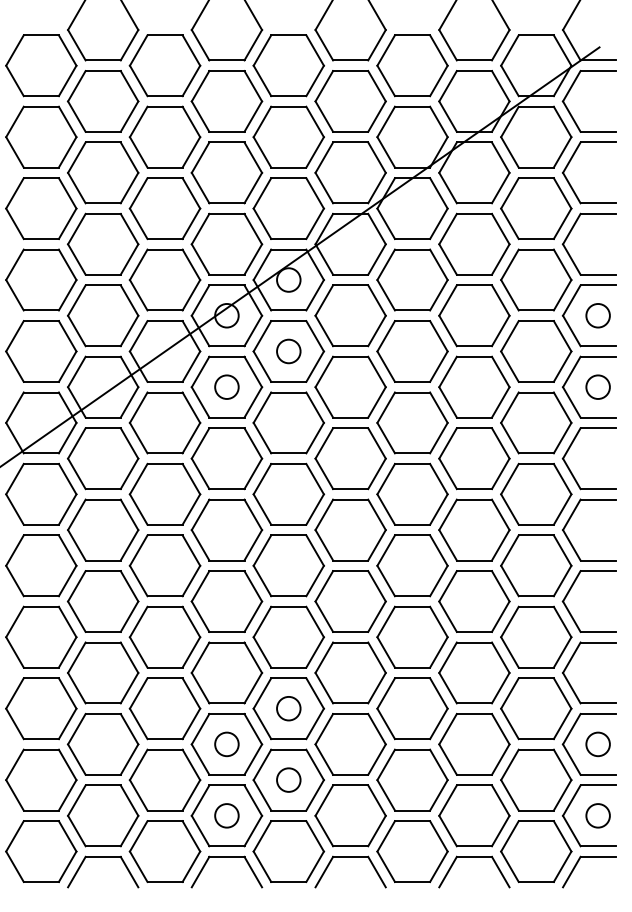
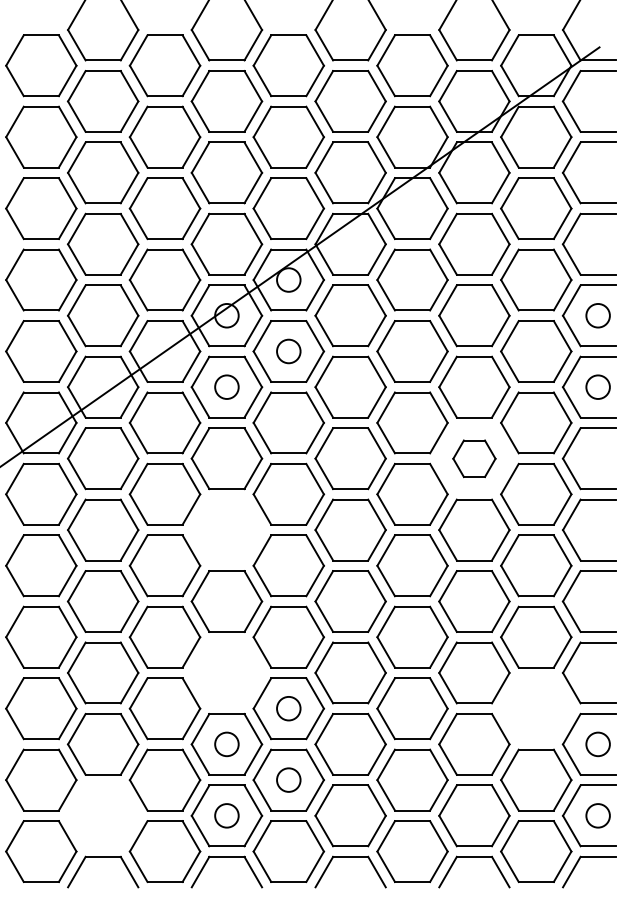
part at (474, 458) size: 73x64 px -> 45x40 px
part at (226, 529): present -> none
part at (226, 672): present -> none
part at (536, 708): present -> none
part at (103, 815): present -> none
